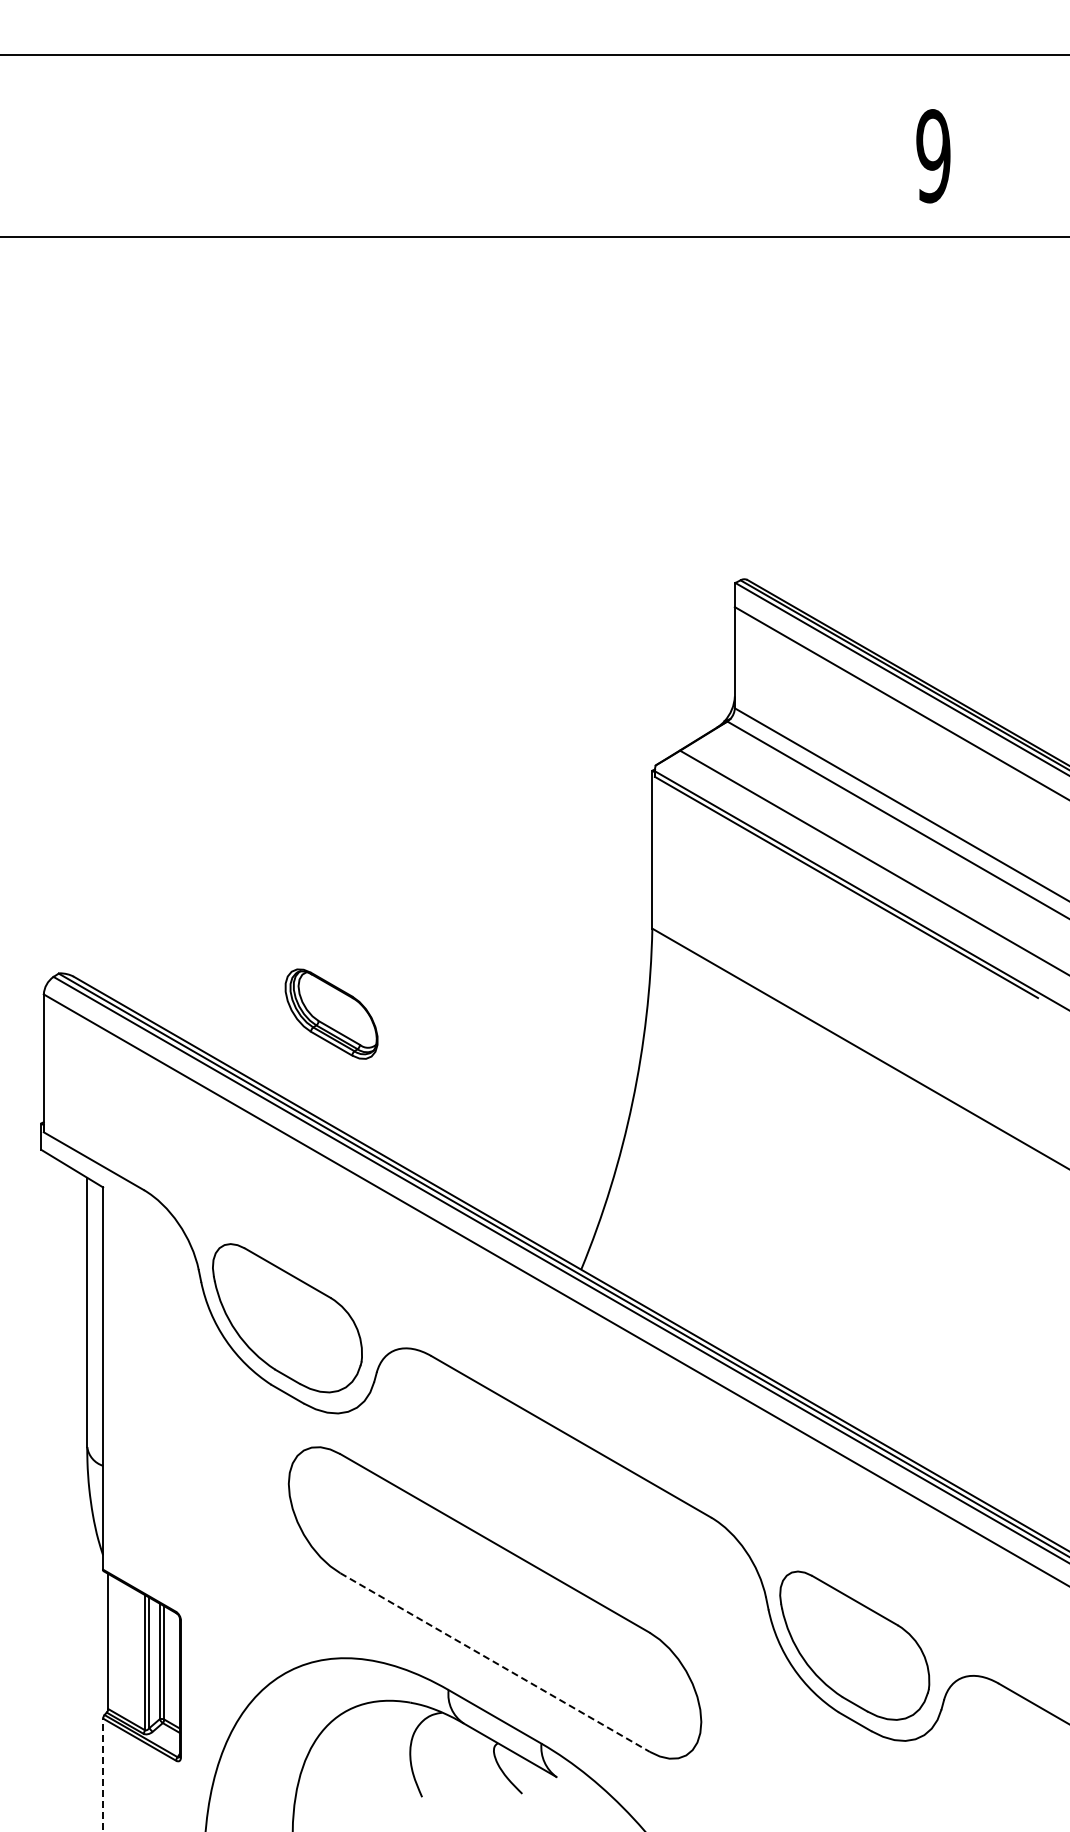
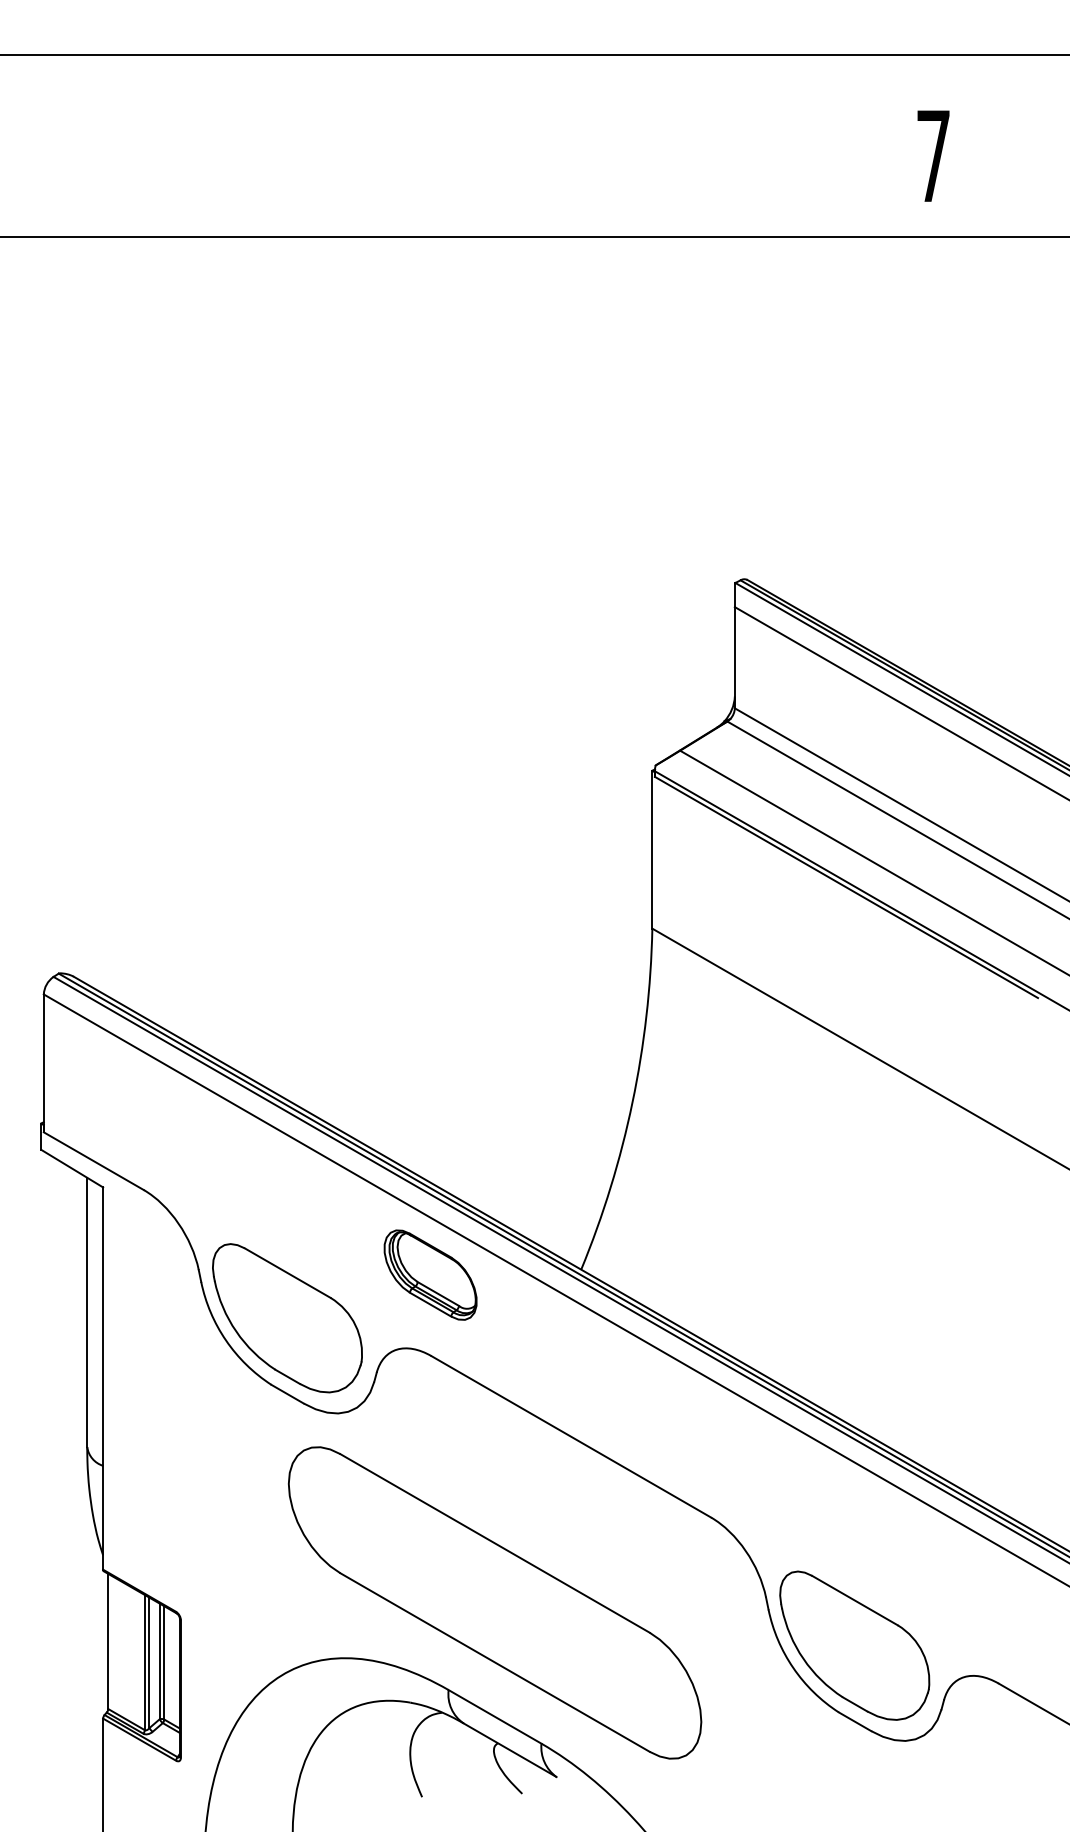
text at (933, 156): 9 -> 7
part at (331, 1013) position: (331, 1013) -> (430, 1274)
line at (495, 1662): dashed -> solid
line at (103, 1774): dashed -> solid
